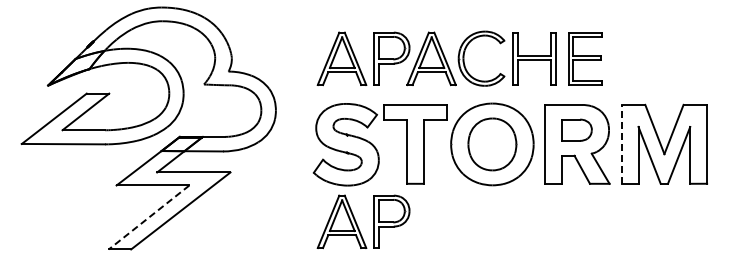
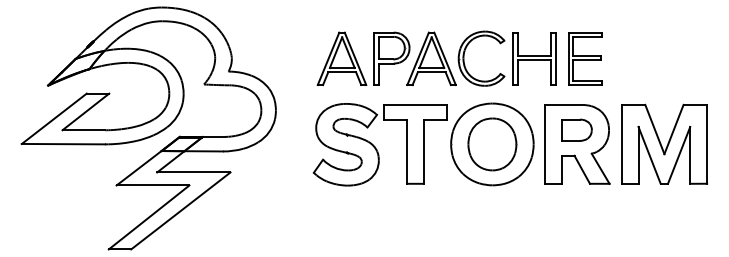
line at (621, 143): dashed -> solid
line at (148, 217): dashed -> solid
part at (357, 223): present -> none
